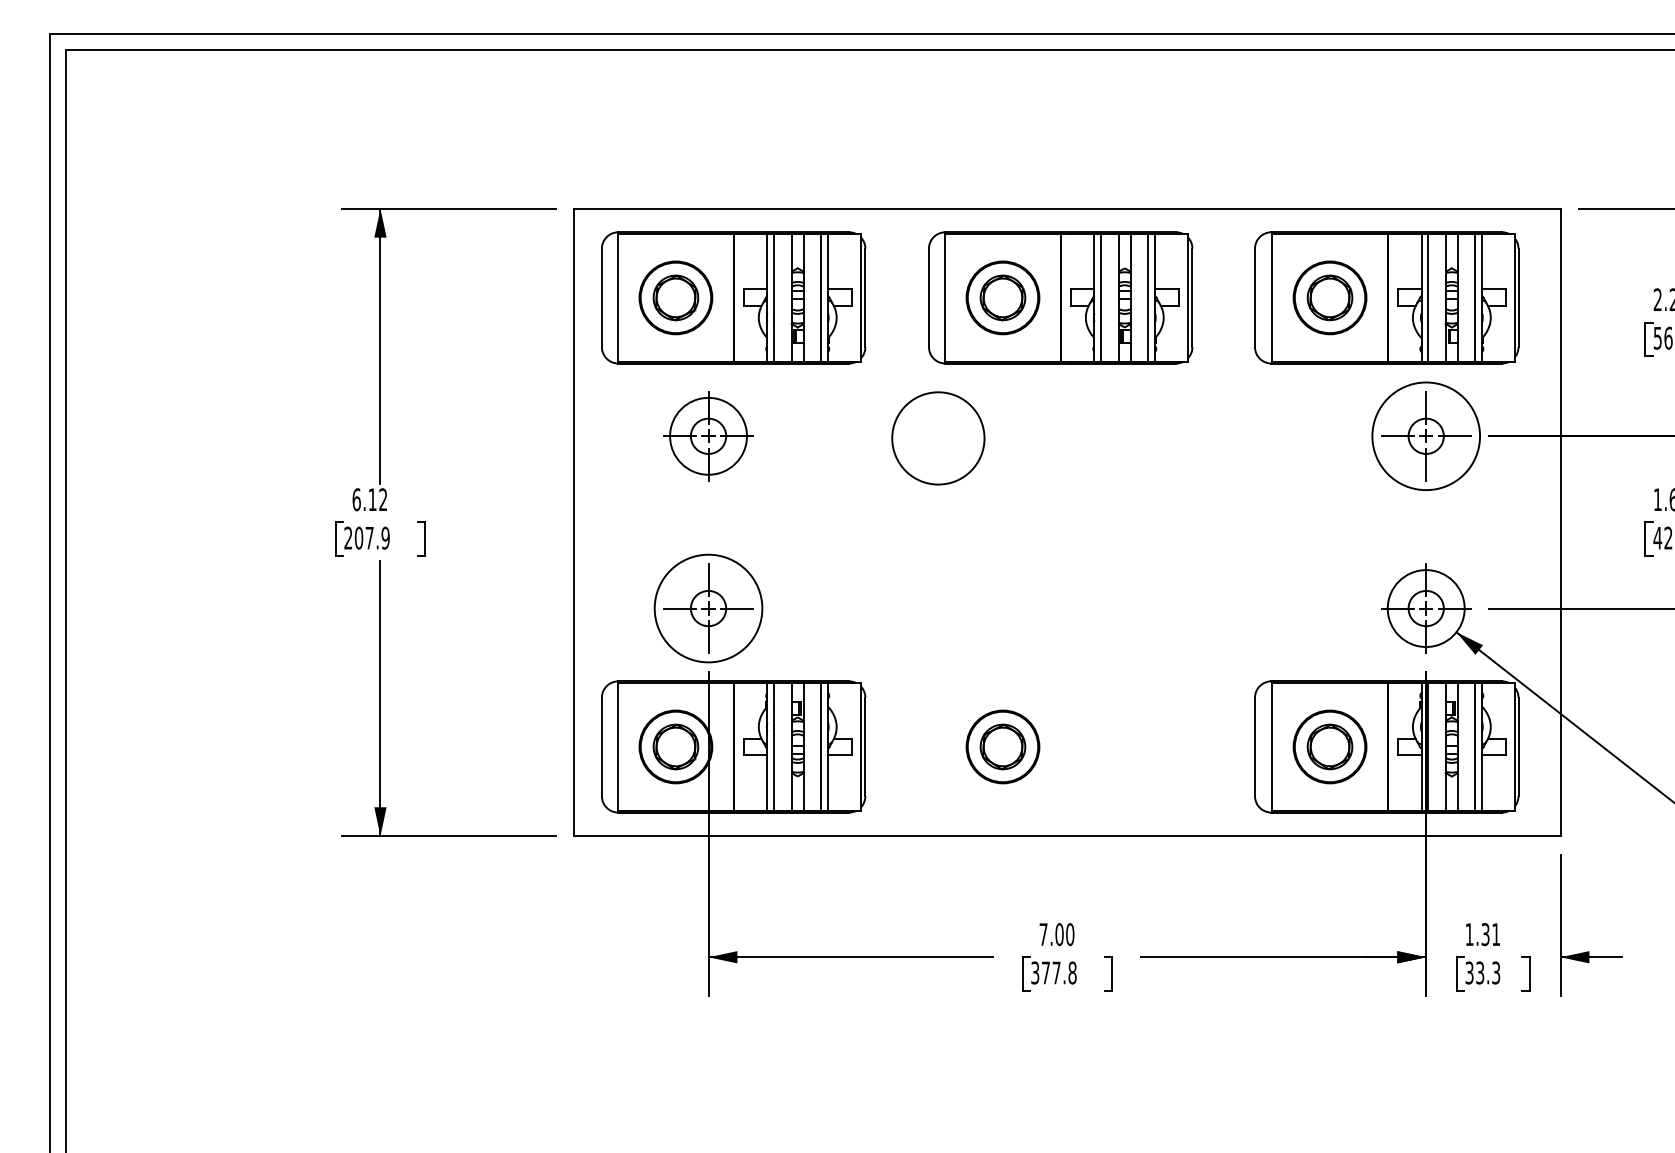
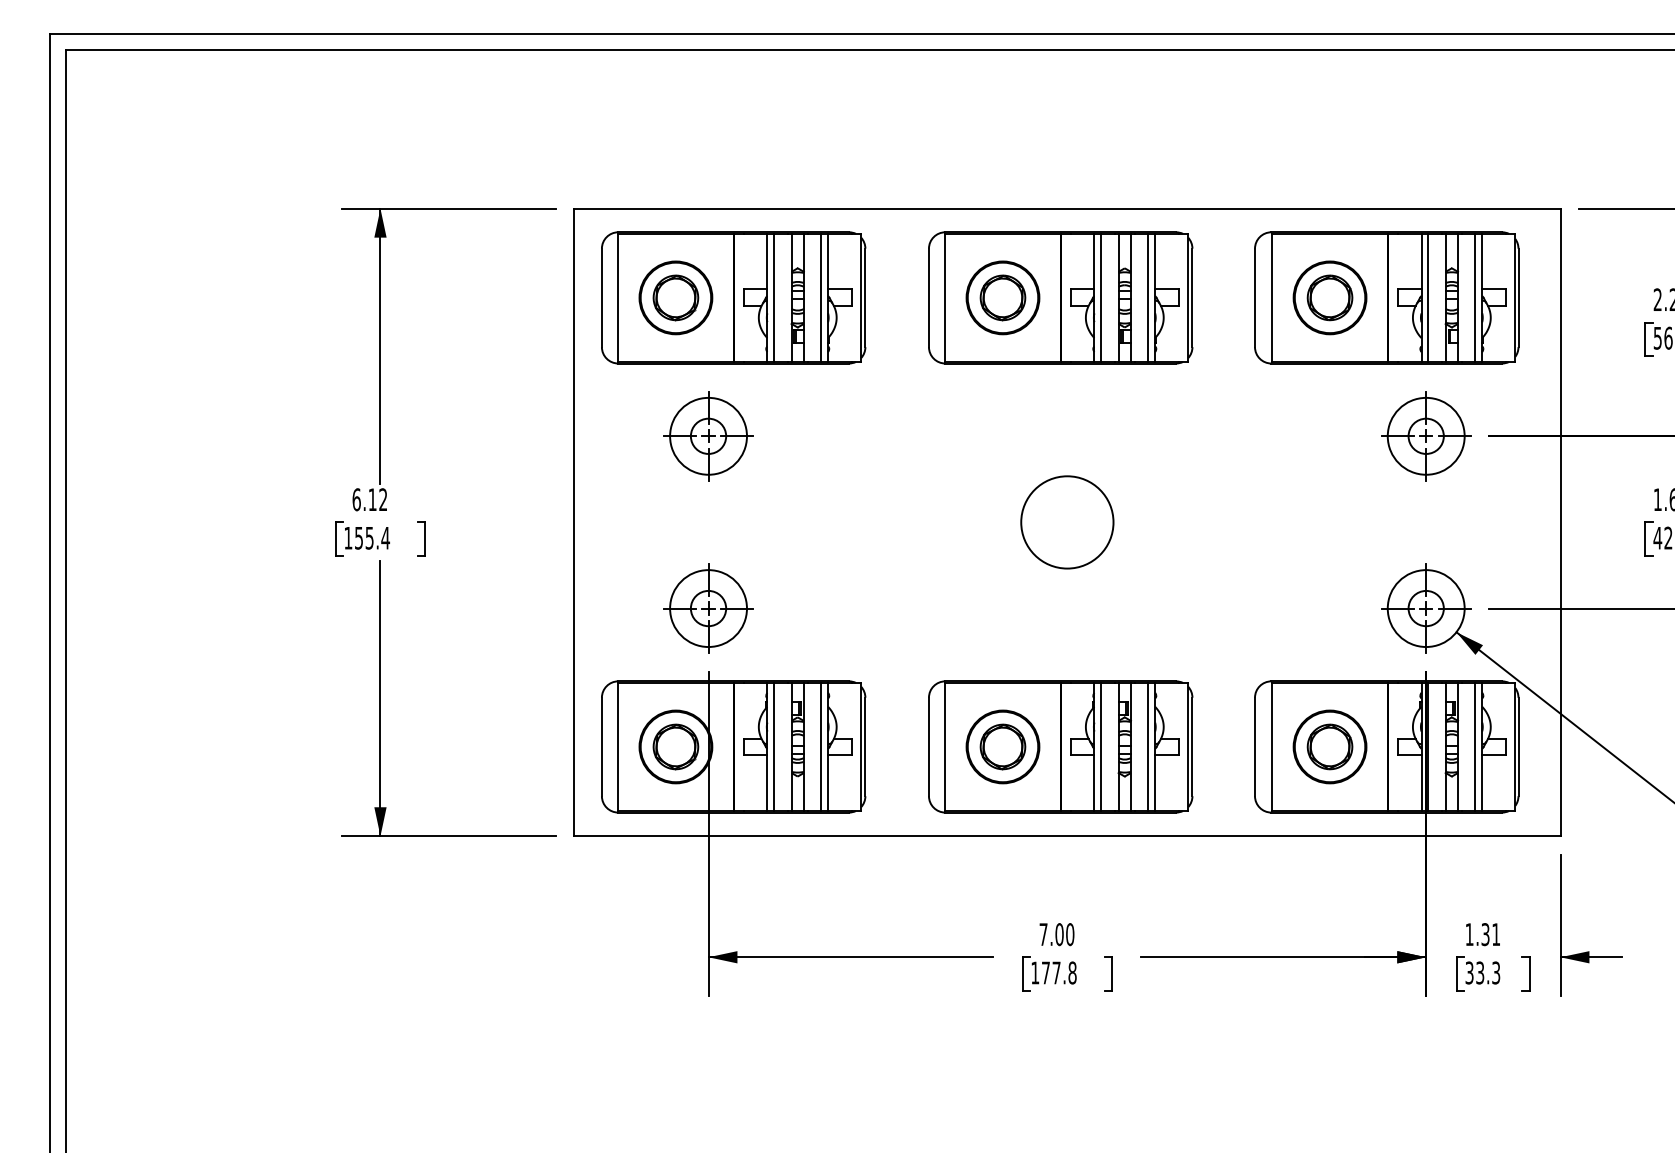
circle at (1426, 436) diameter: 108 px -> 77 px
circle at (938, 438) position: (938, 438) -> (1067, 522)
text at (367, 537): 207.9 -> 155.4
circle at (708, 608) diameter: 108 px -> 77 px
part at (1060, 746): none -> present
text at (1035, 972): 377.8 -> 177.8
